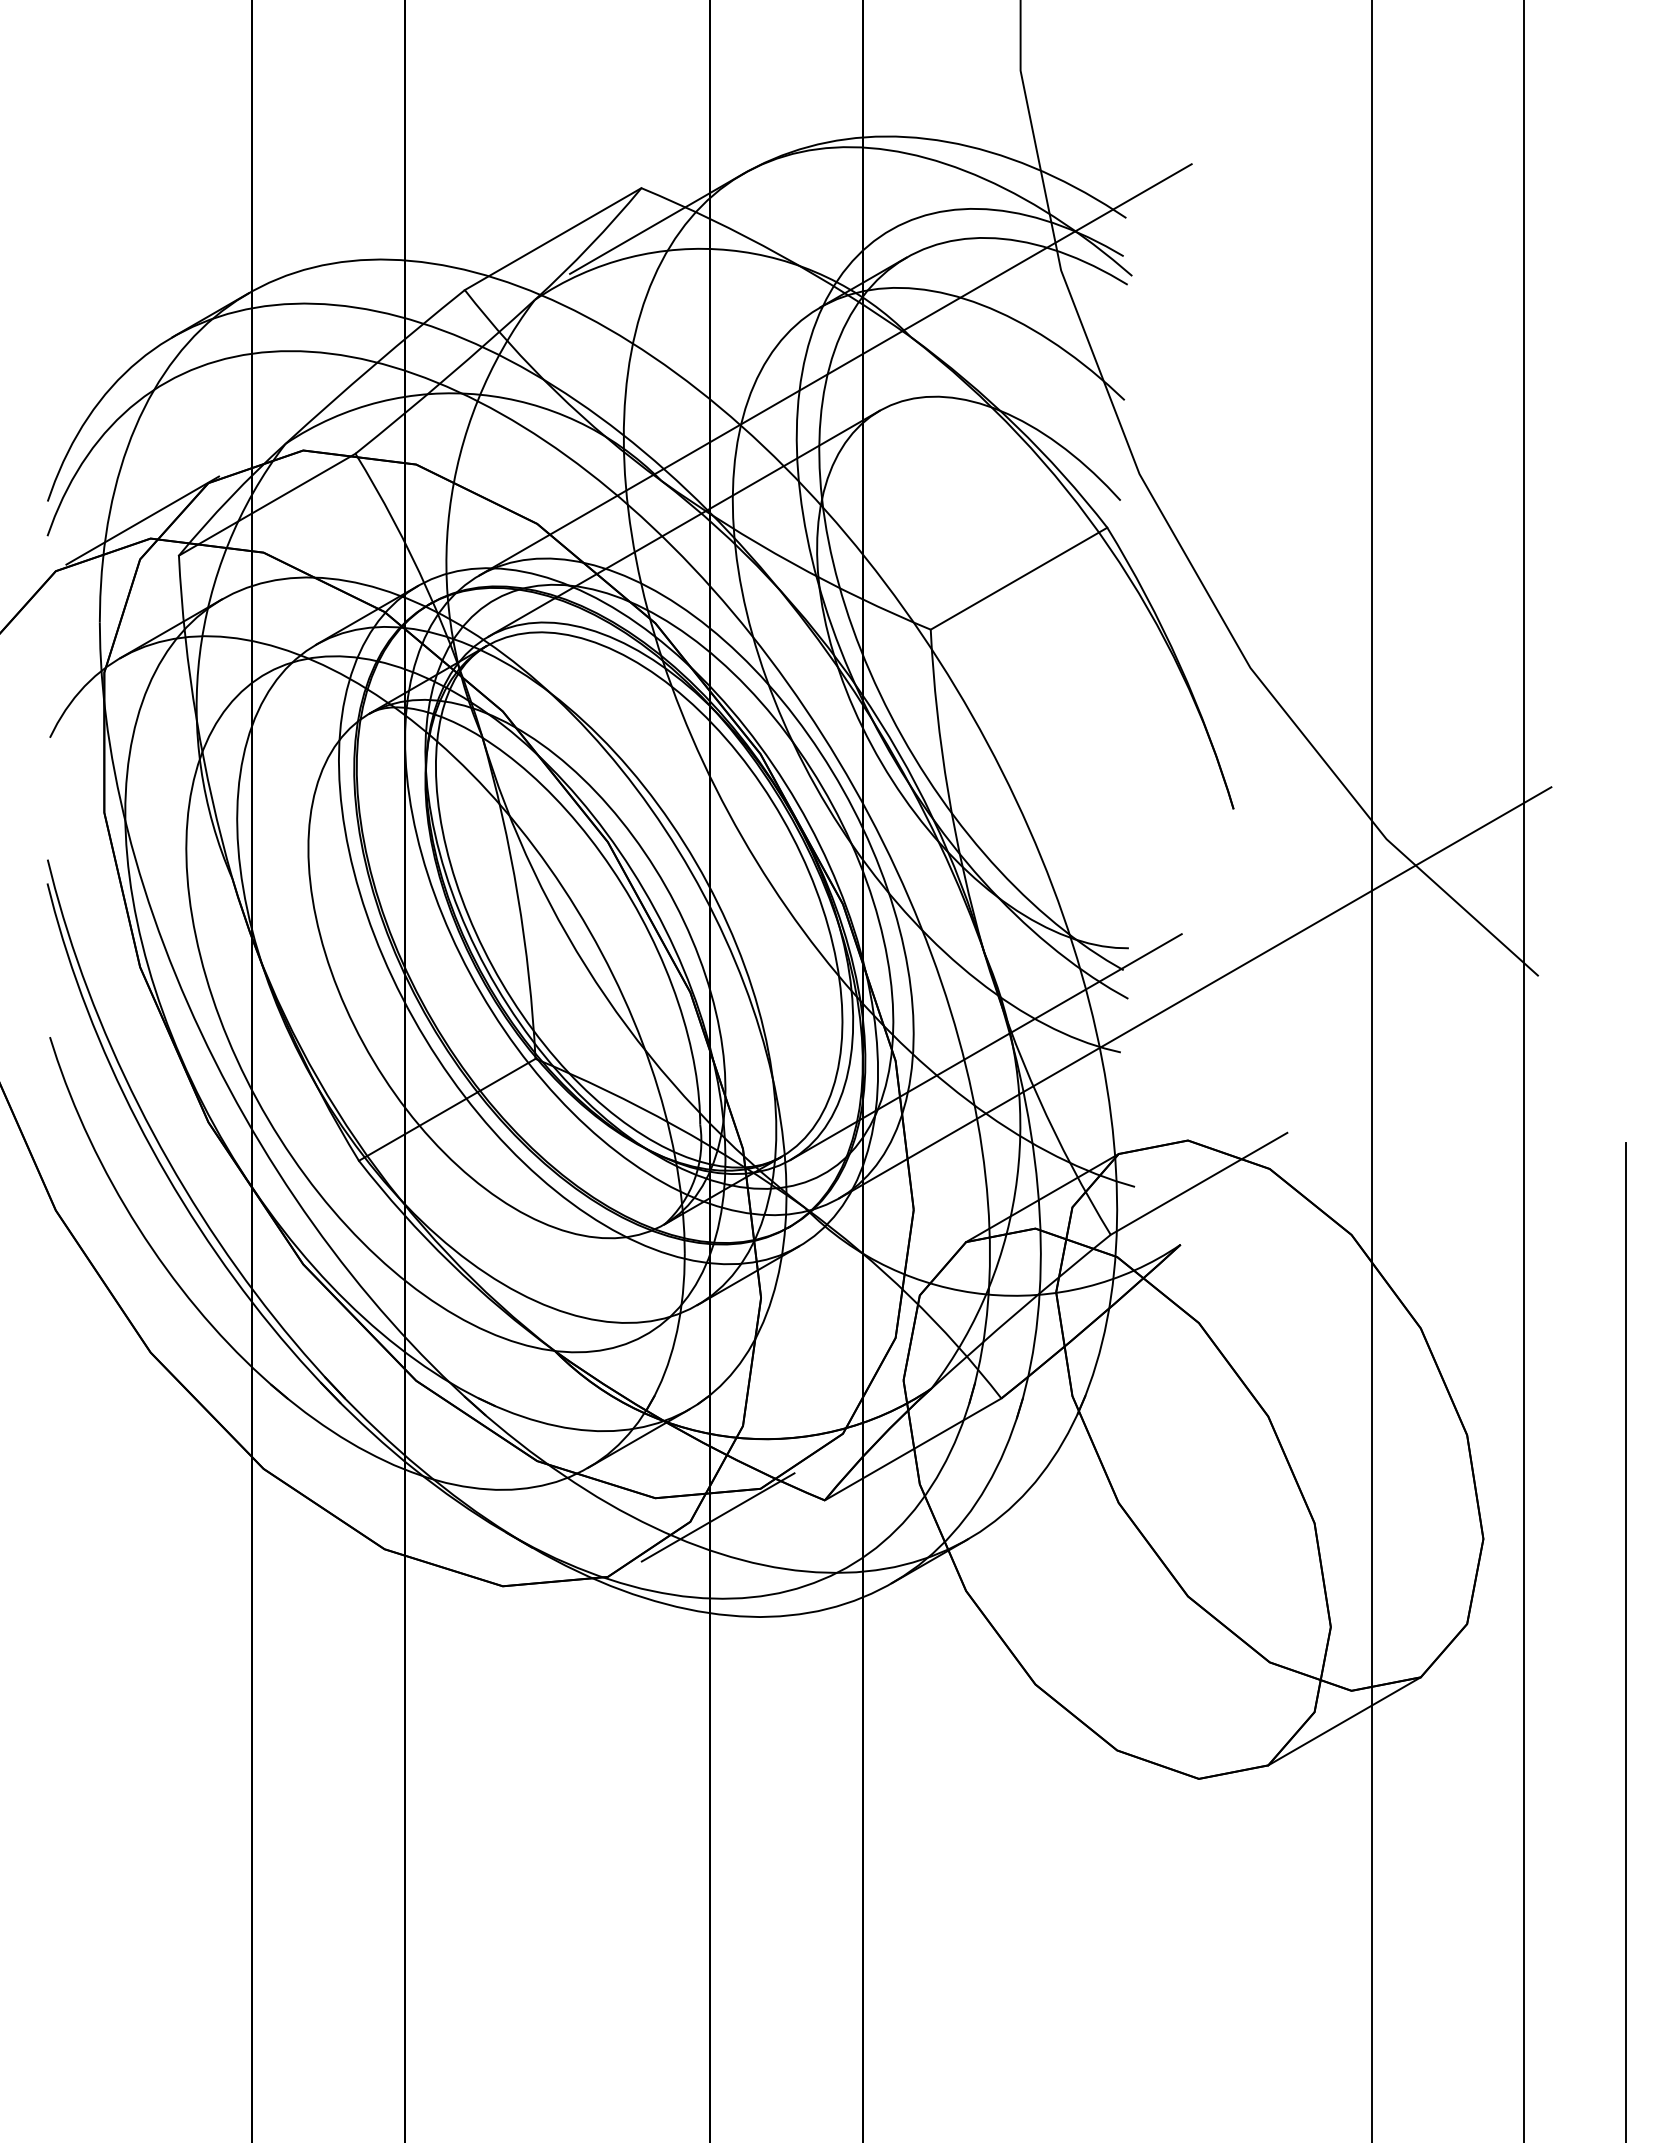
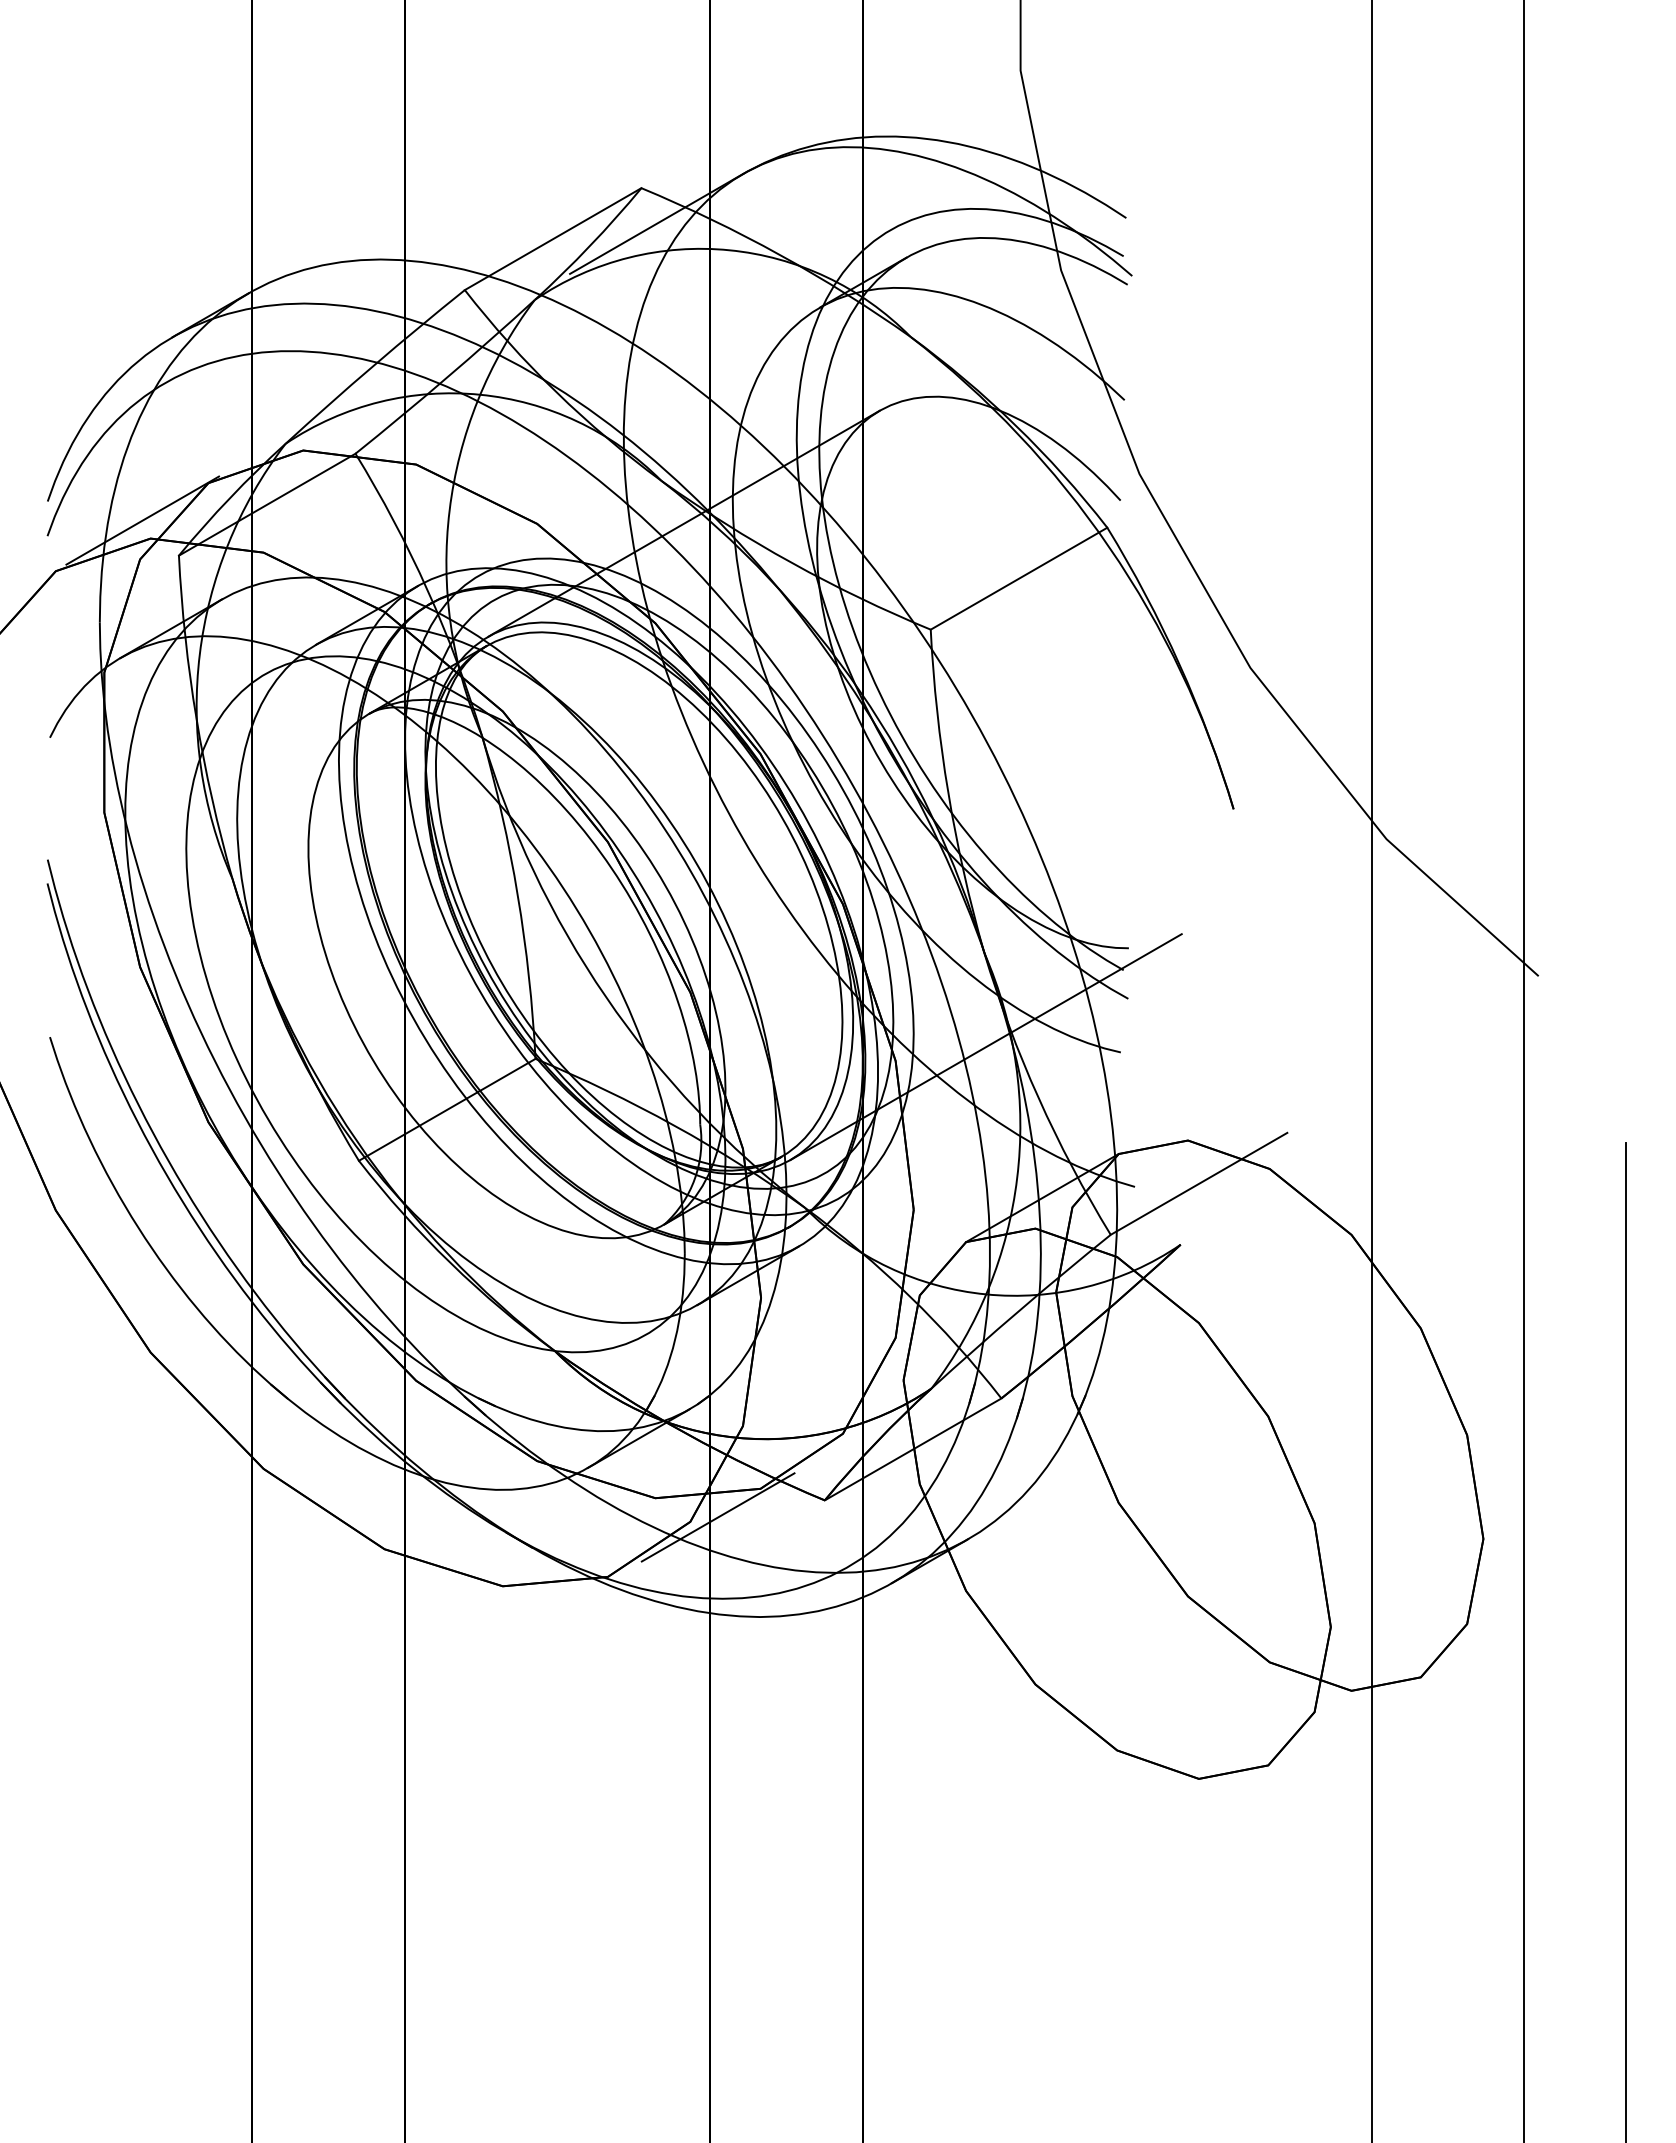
line at (835, 369): present -> none
line at (1195, 992): present -> none
line at (1344, 1721): present -> none
